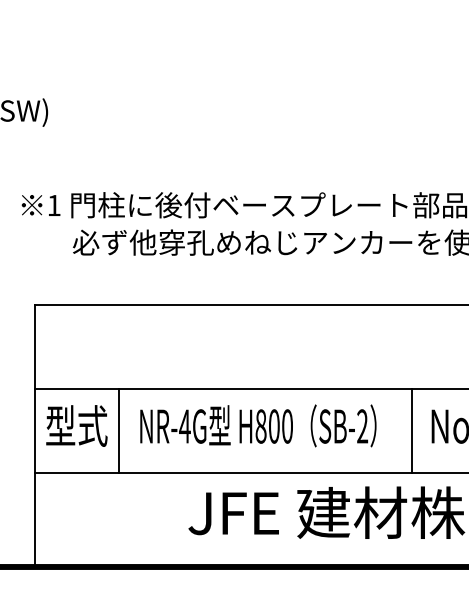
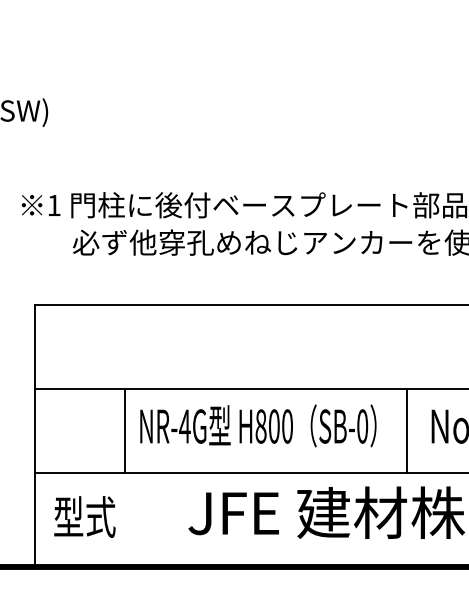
text at (76, 425) position: (76, 425) -> (84, 516)
text at (362, 426): SB-2 -> SB-0
line at (118, 430) position: (118, 430) -> (124, 430)
line at (412, 430) position: (412, 430) -> (407, 430)
